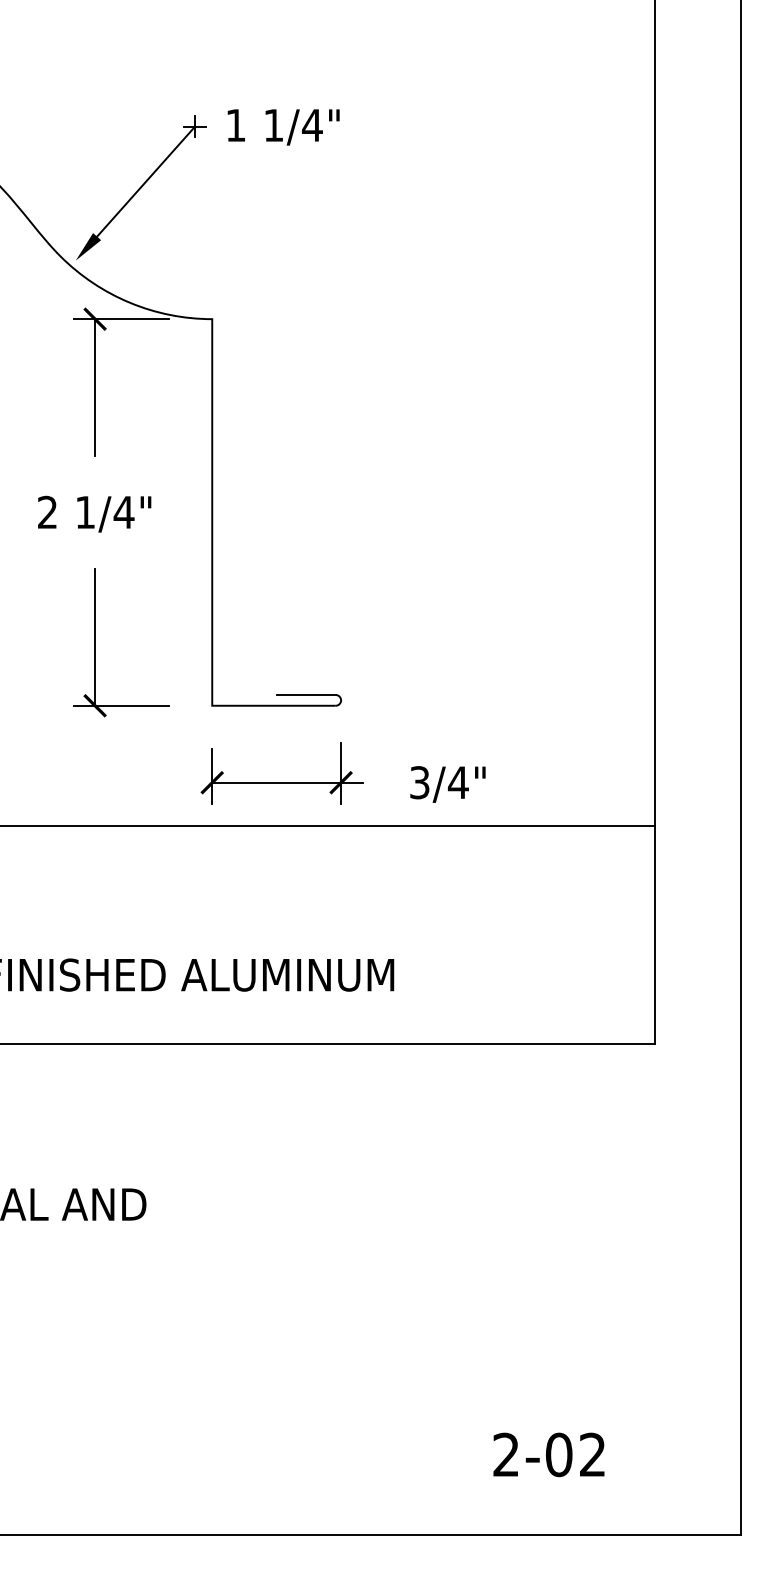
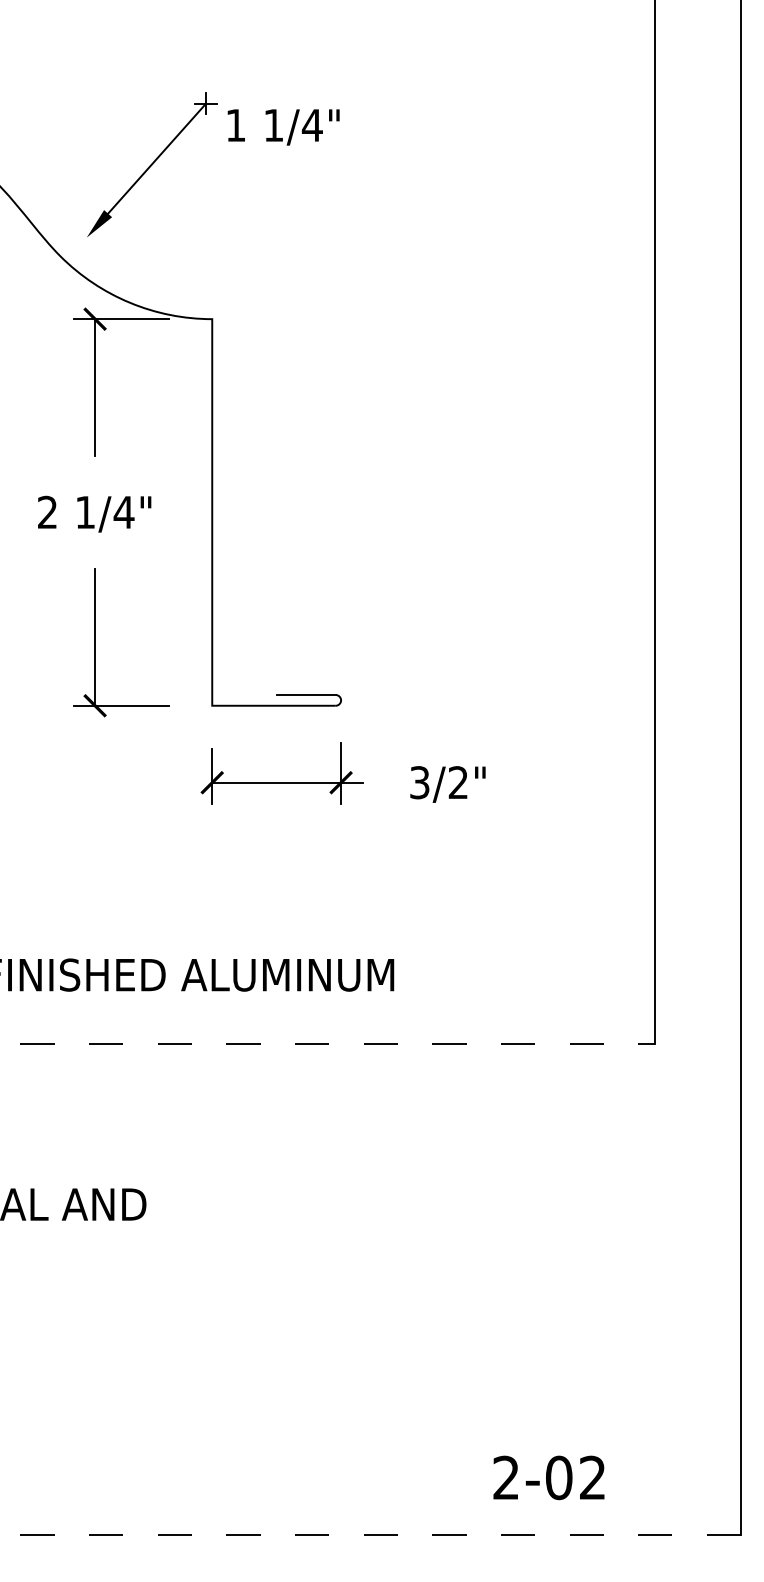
part at (141, 187) position: (141, 187) -> (152, 164)
text at (457, 782): 3/4" -> 3/2"
line at (328, 826): present -> none
line at (328, 1043): solid -> dashed
text at (548, 1454) position: (548, 1454) -> (548, 1477)
line at (371, 1534): solid -> dashed
